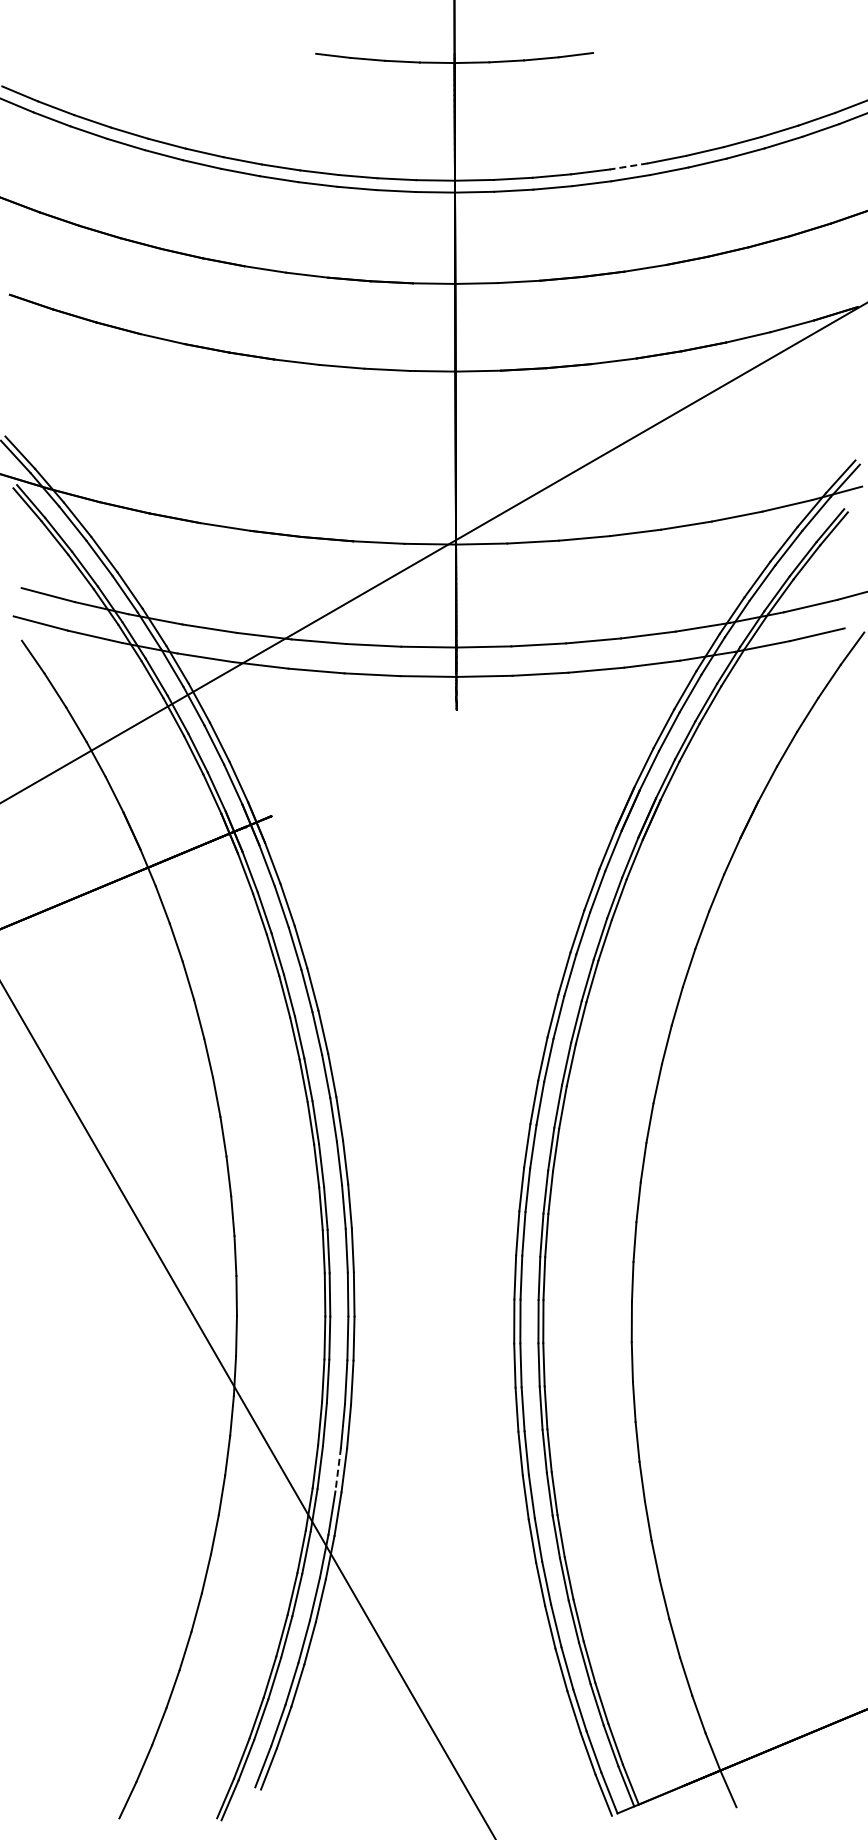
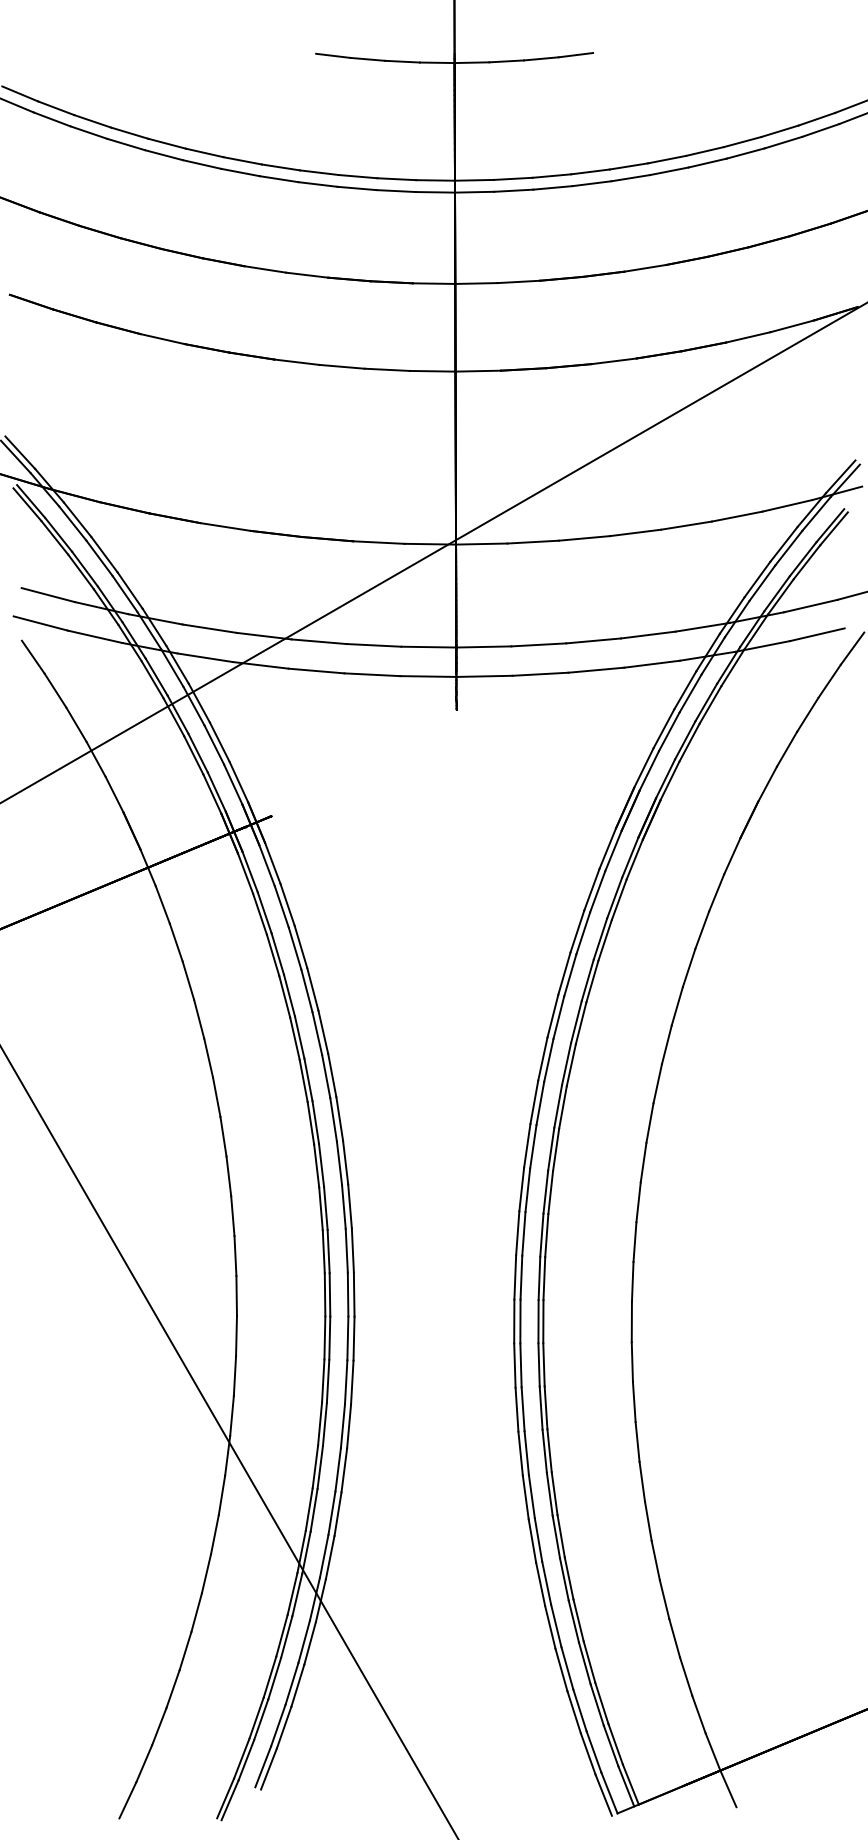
line at (628, 166): dashed -> solid
line at (248, 1410) position: (248, 1410) -> (229, 1442)
line at (338, 1469): dashed -> solid
